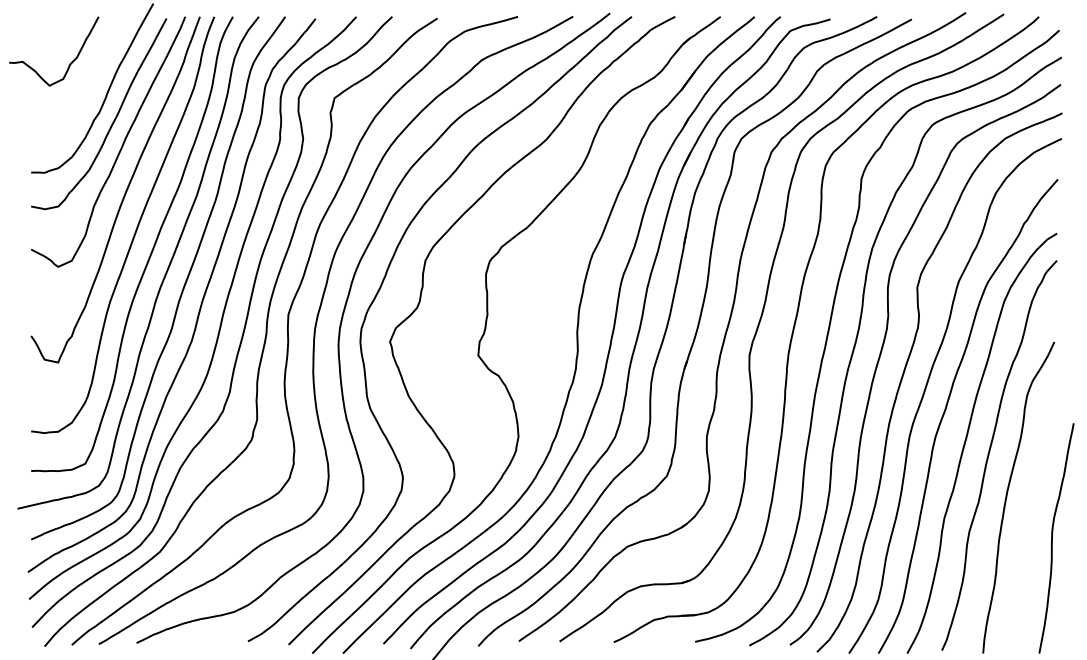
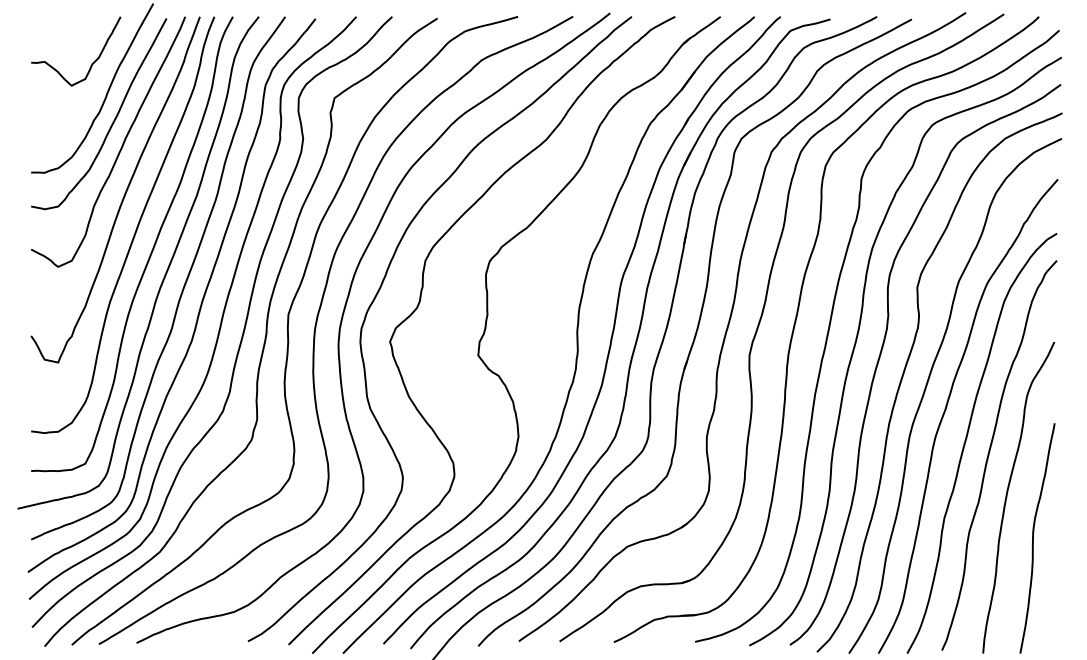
curve at (69, 63) position: (69, 63) -> (91, 63)
curve at (1052, 538) position: (1052, 538) -> (1033, 538)
